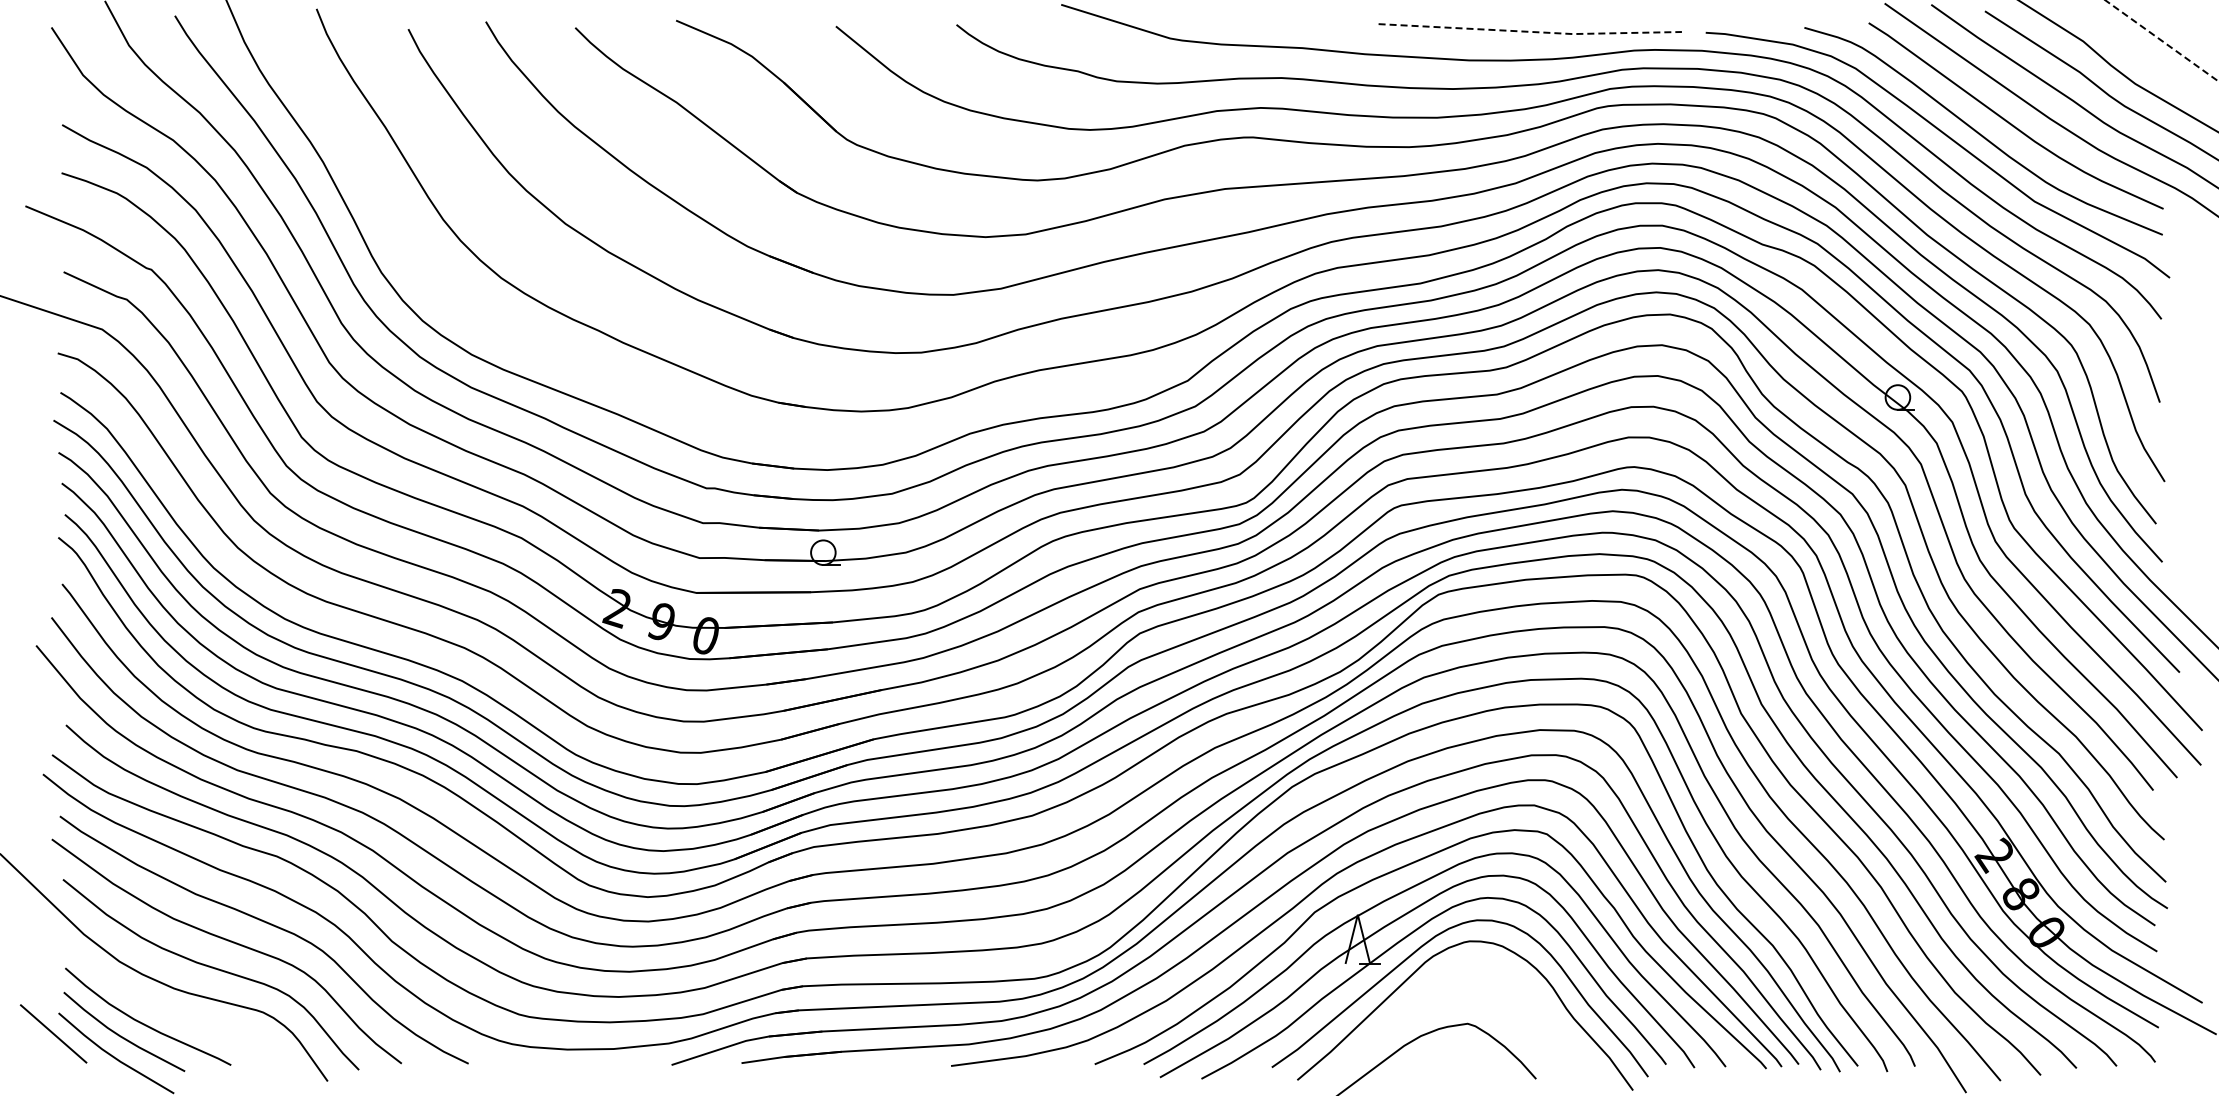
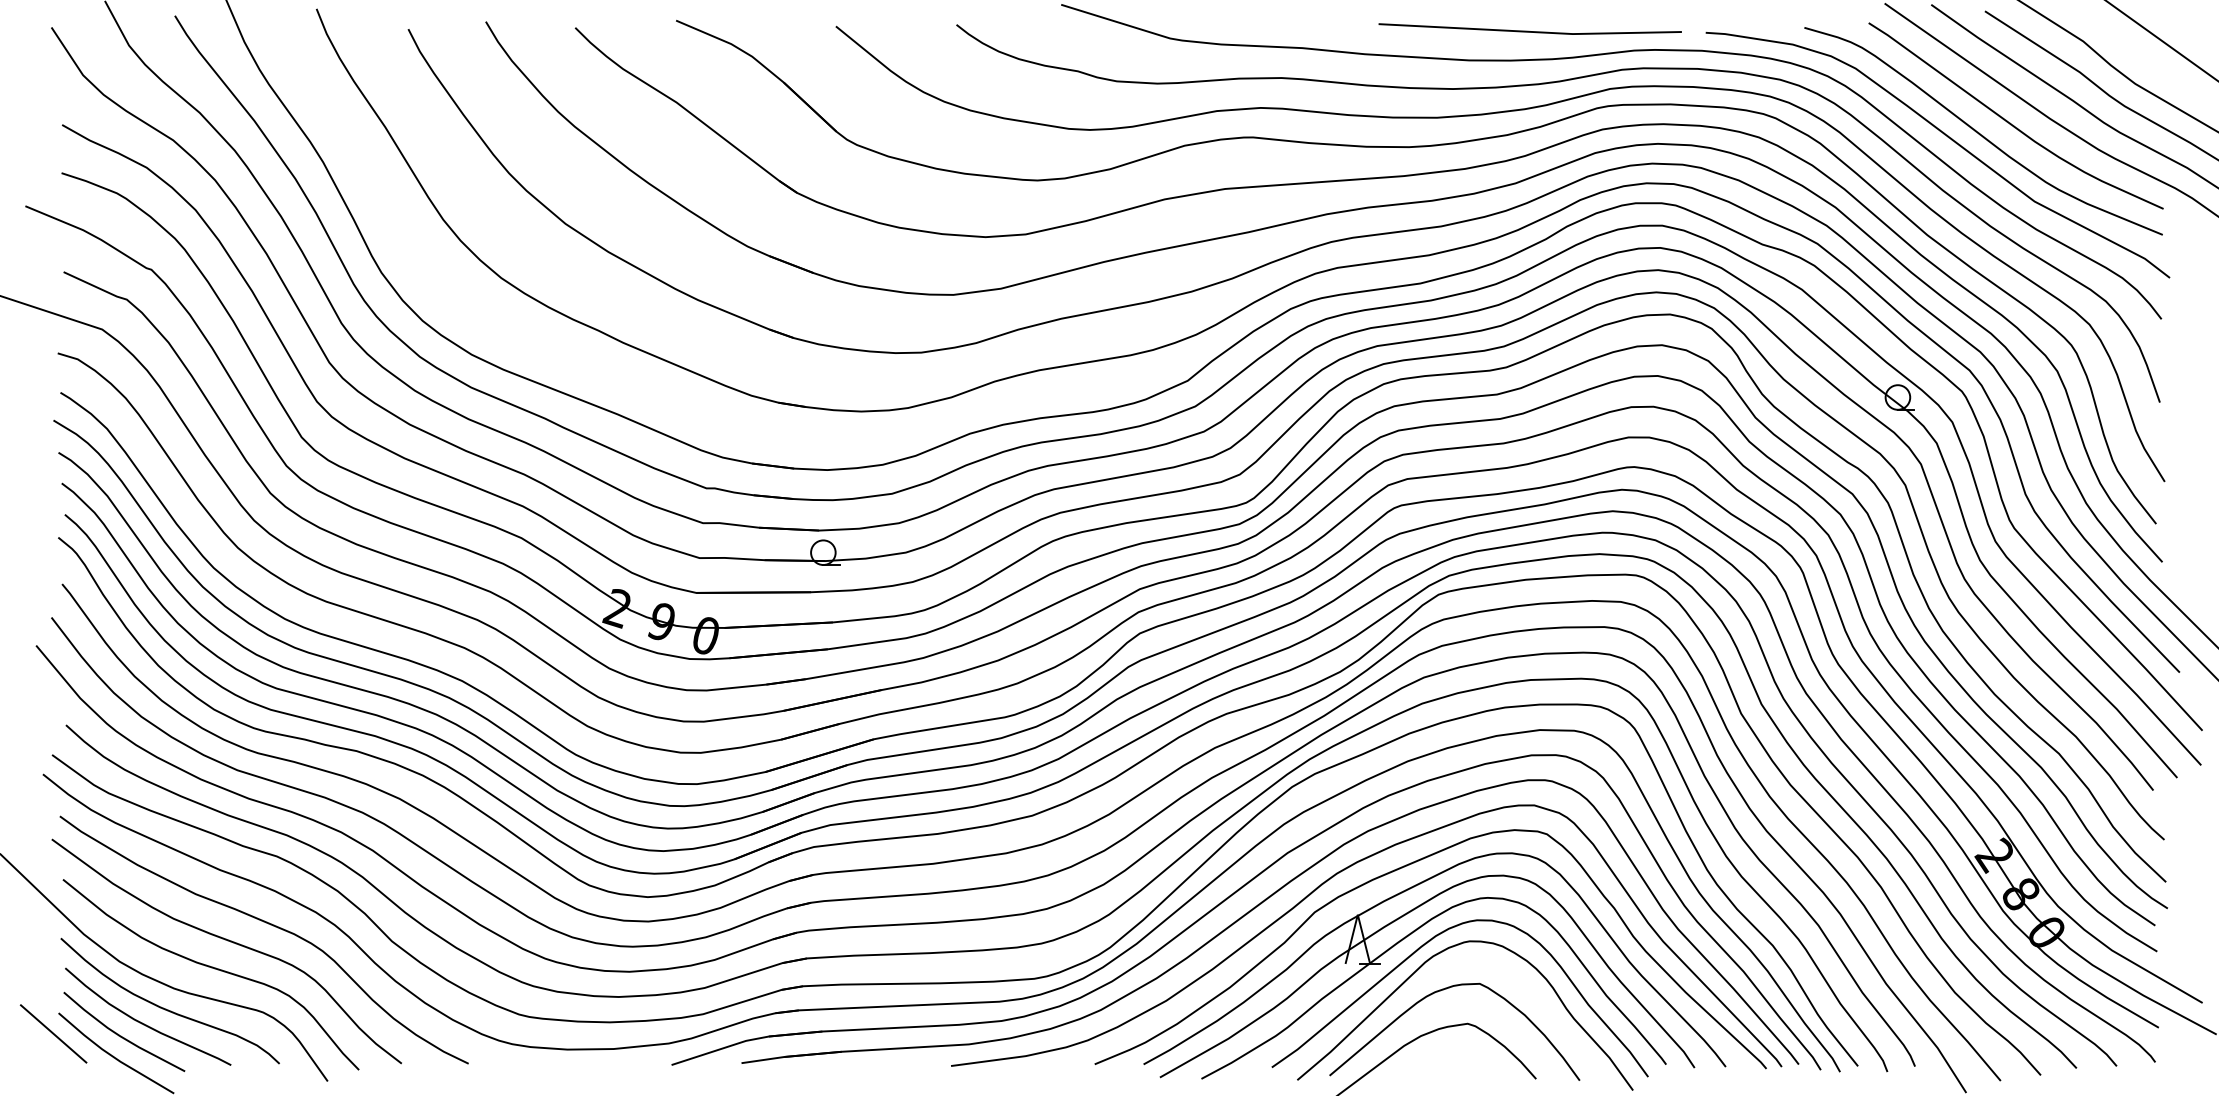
line at (1531, 31): dashed -> solid
line at (2161, 40): dashed -> solid
curve at (1440, 991): none -> present
curve at (166, 1008): none -> present
